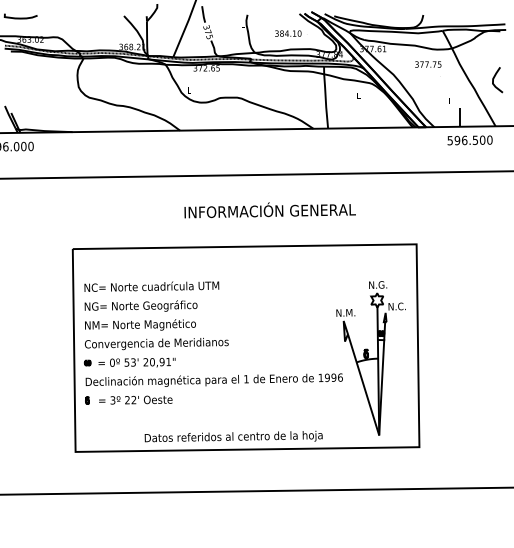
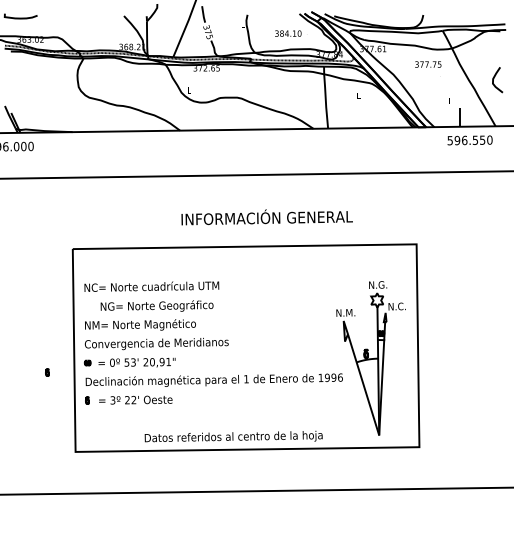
text at (482, 139): 596.500 -> 596.550
text at (269, 210) position: (269, 210) -> (266, 217)
text at (140, 305) position: (140, 305) -> (156, 305)
part at (47, 372): none -> present
